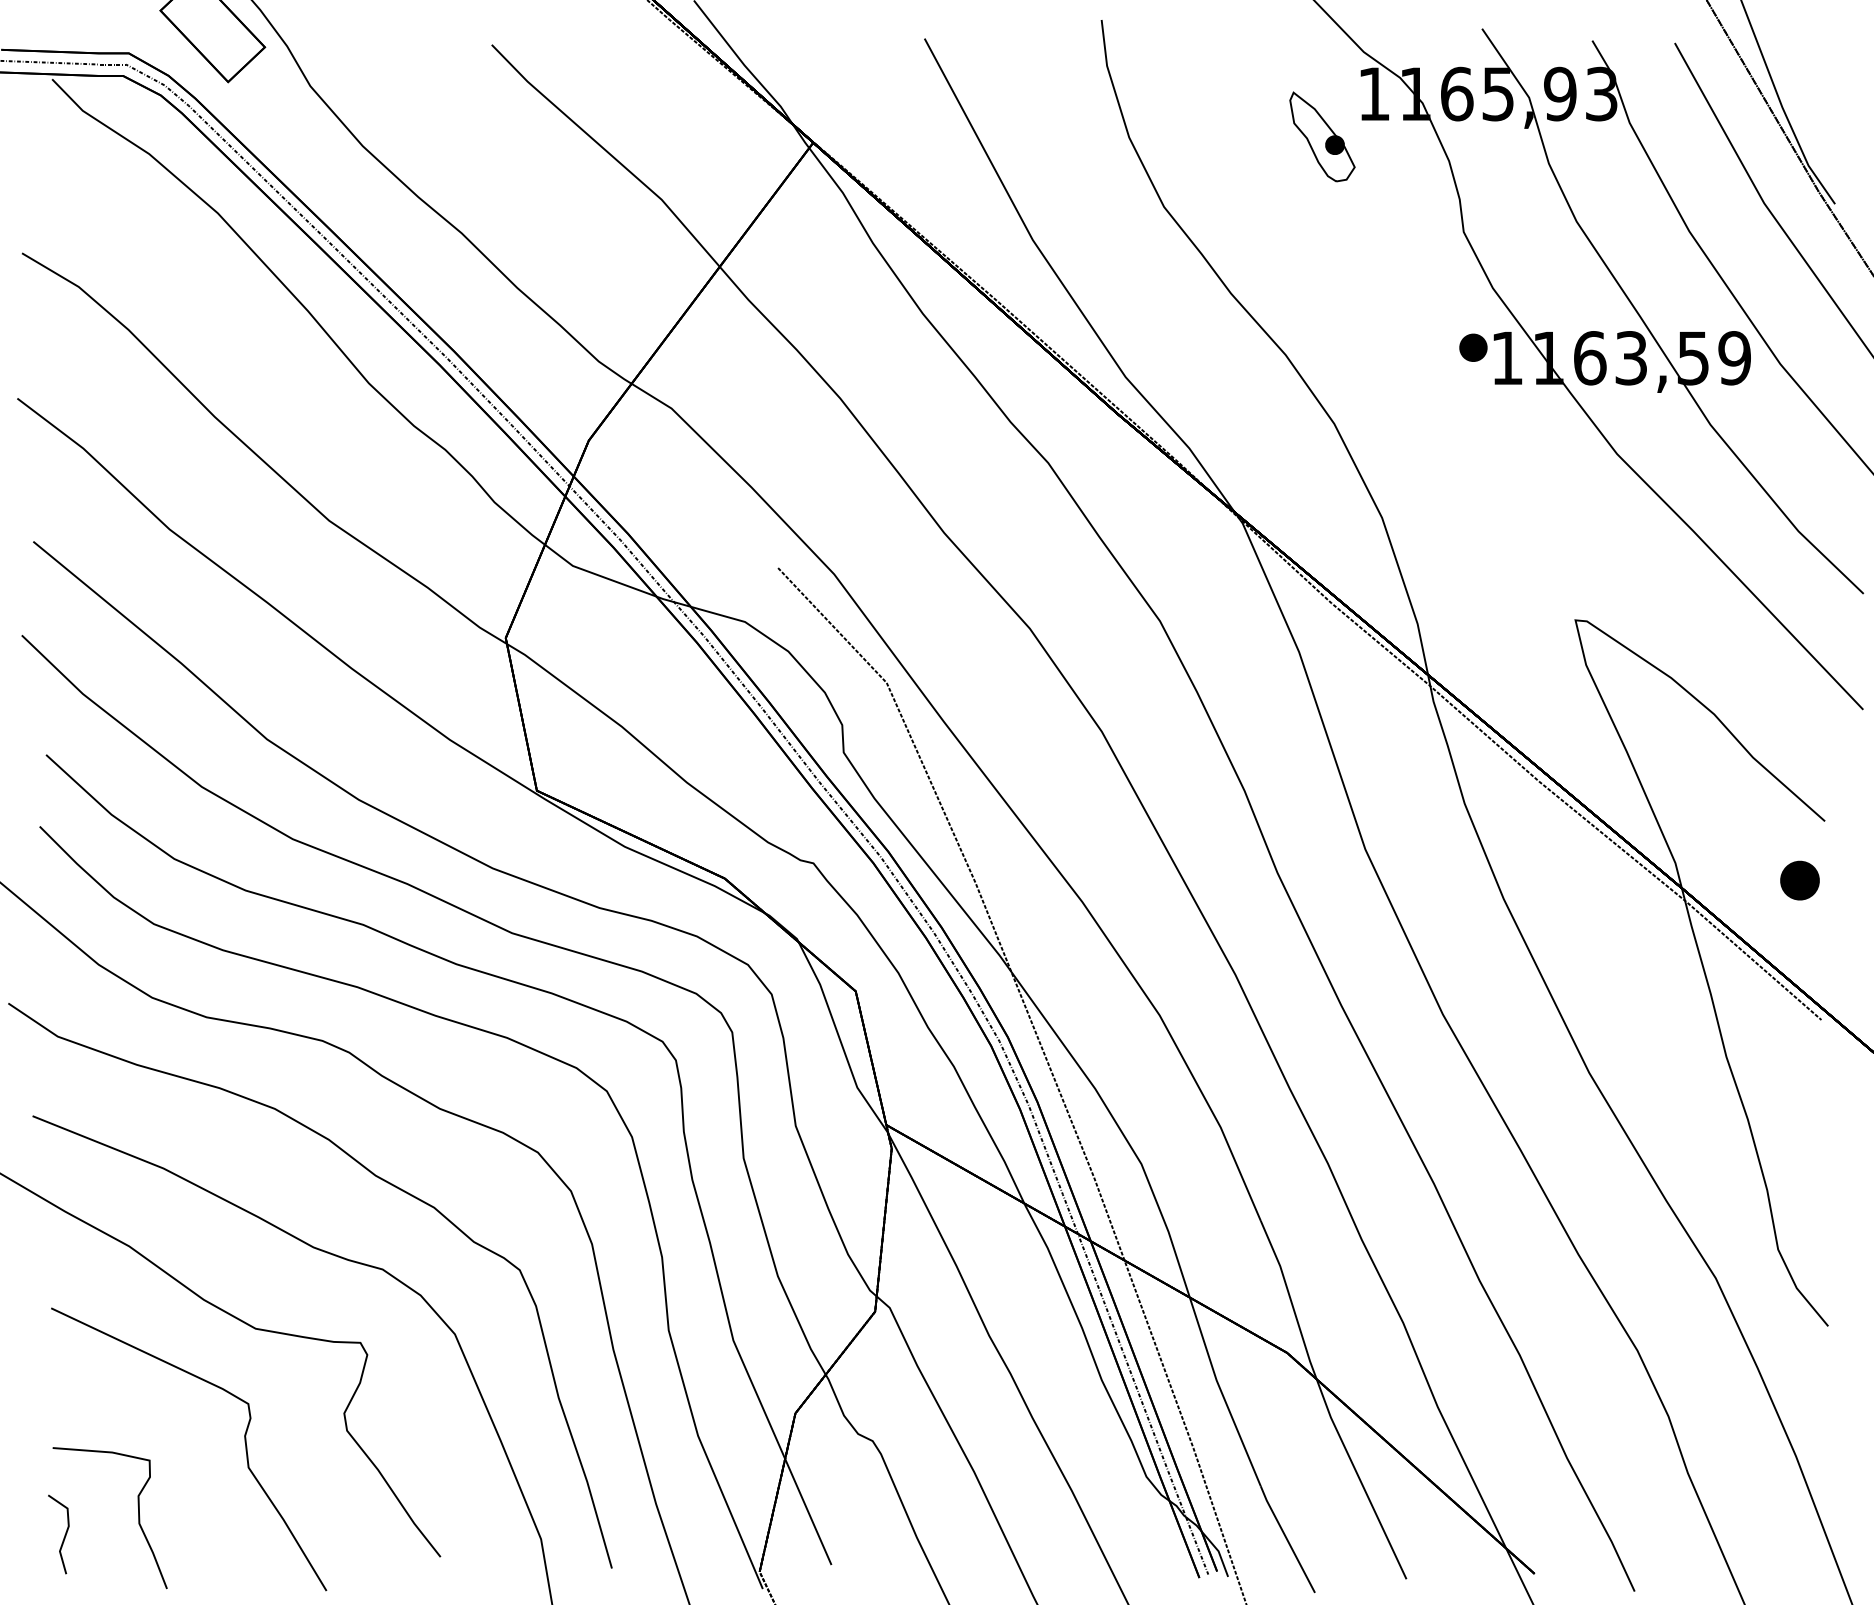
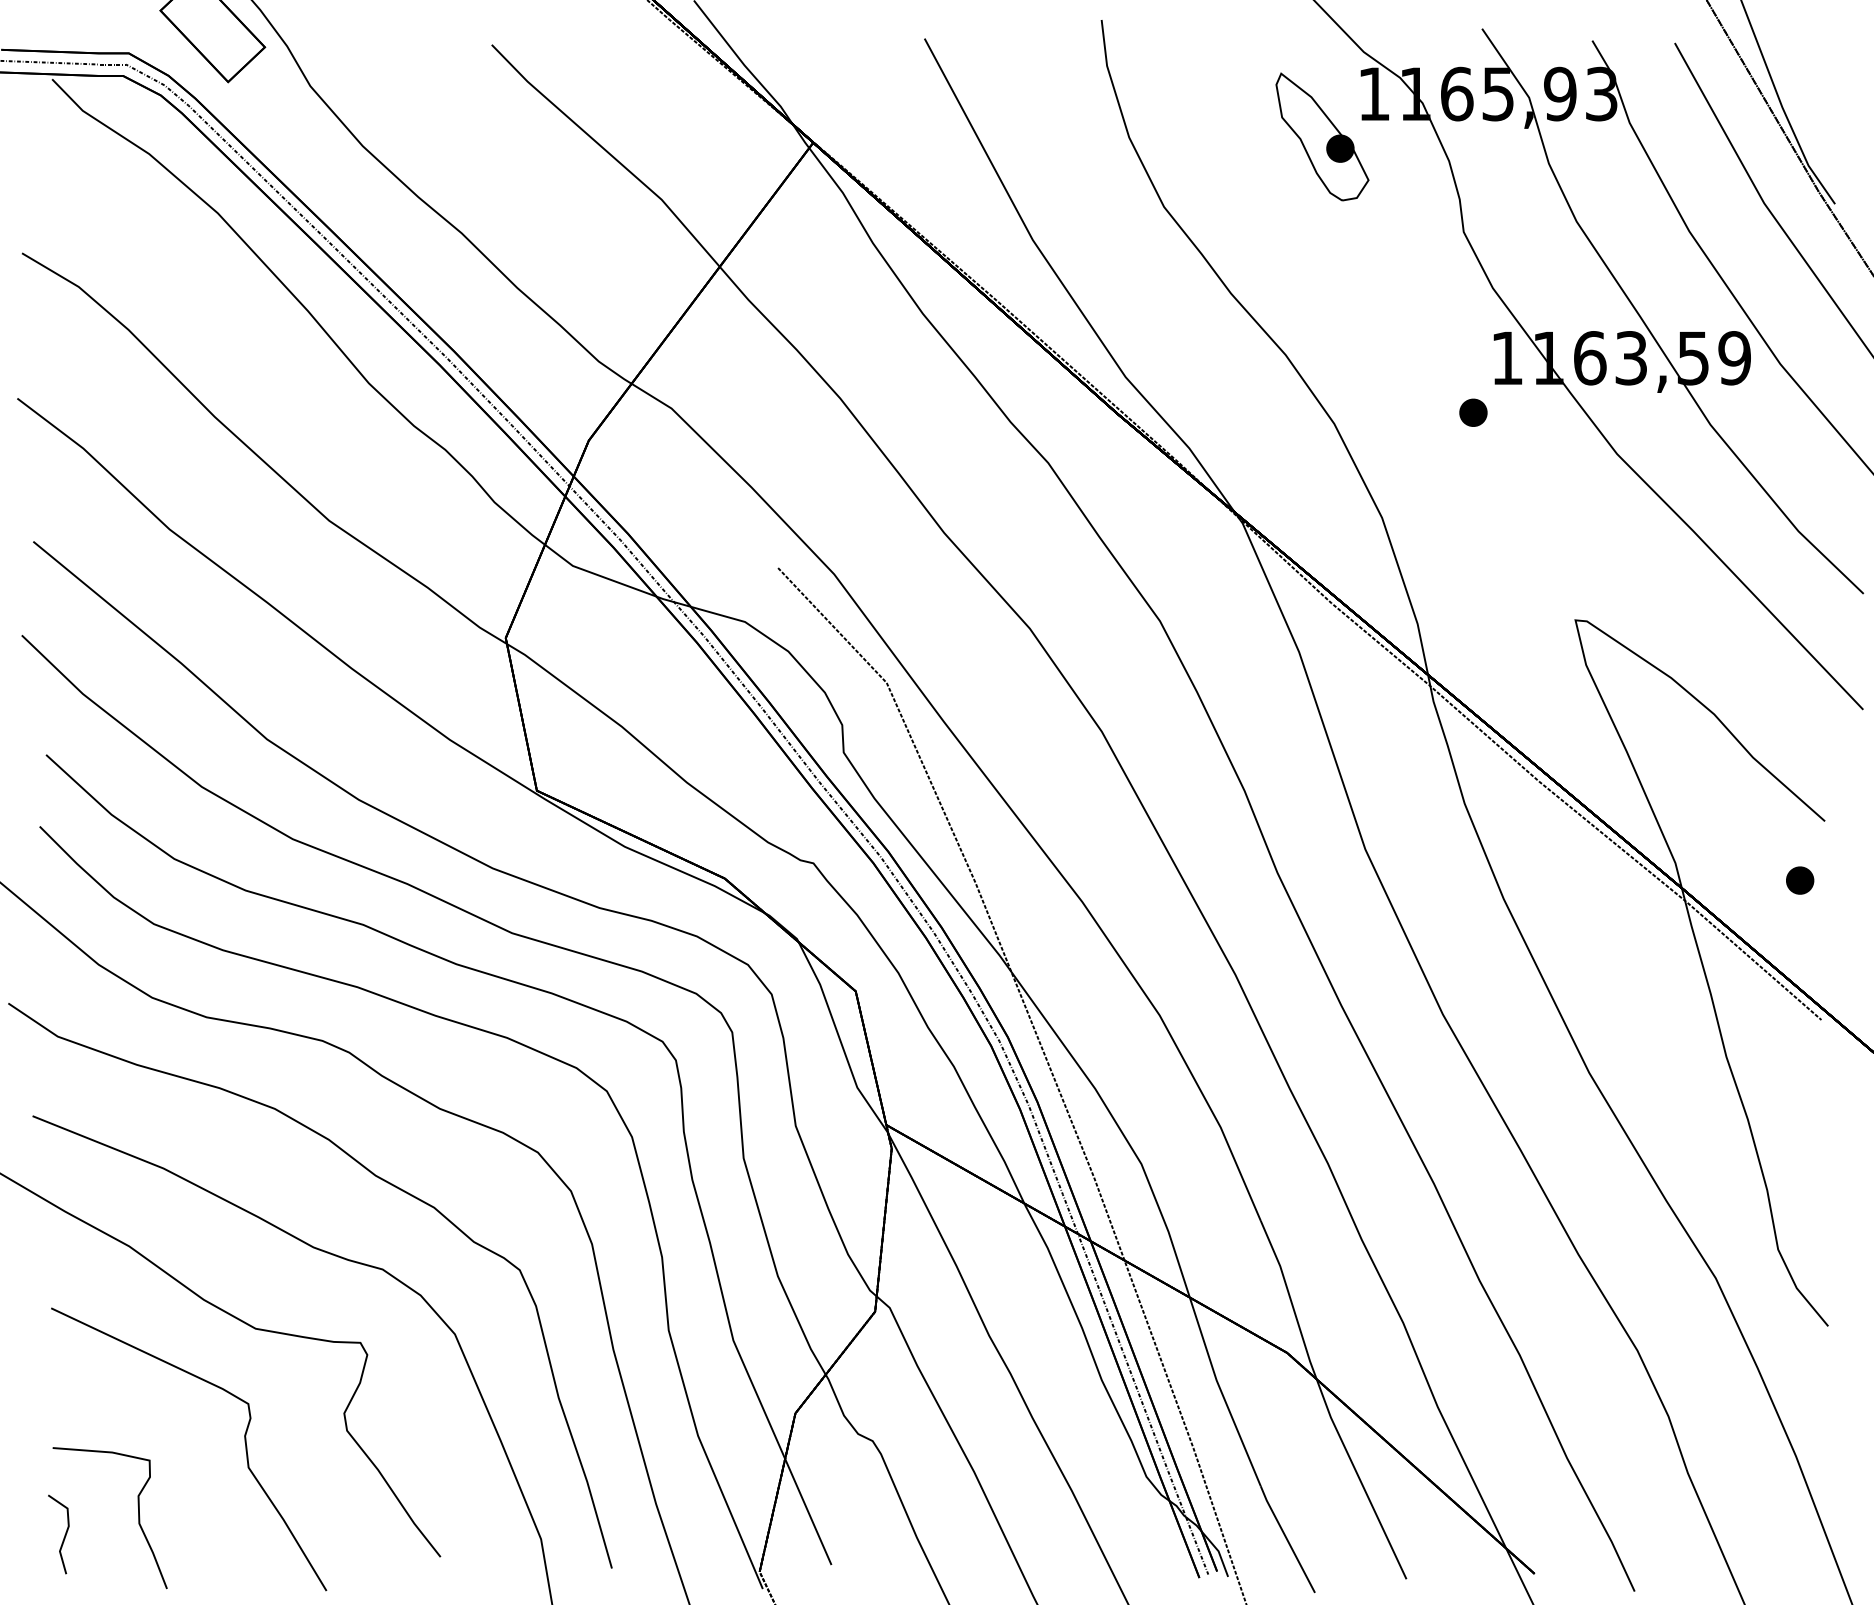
part at (1322, 136) size: 67x92 px -> 95x130 px
part at (1473, 347) position: (1473, 347) -> (1473, 412)
part at (1799, 880) size: 40x41 px -> 29x29 px
